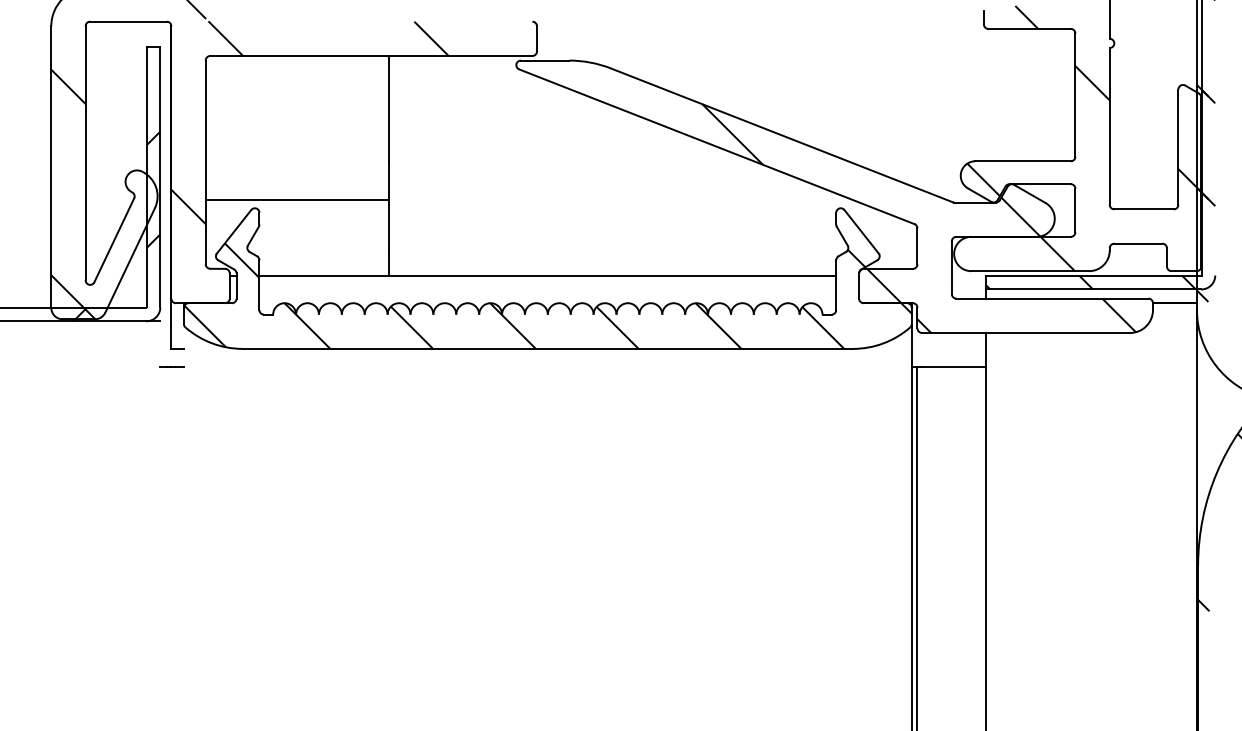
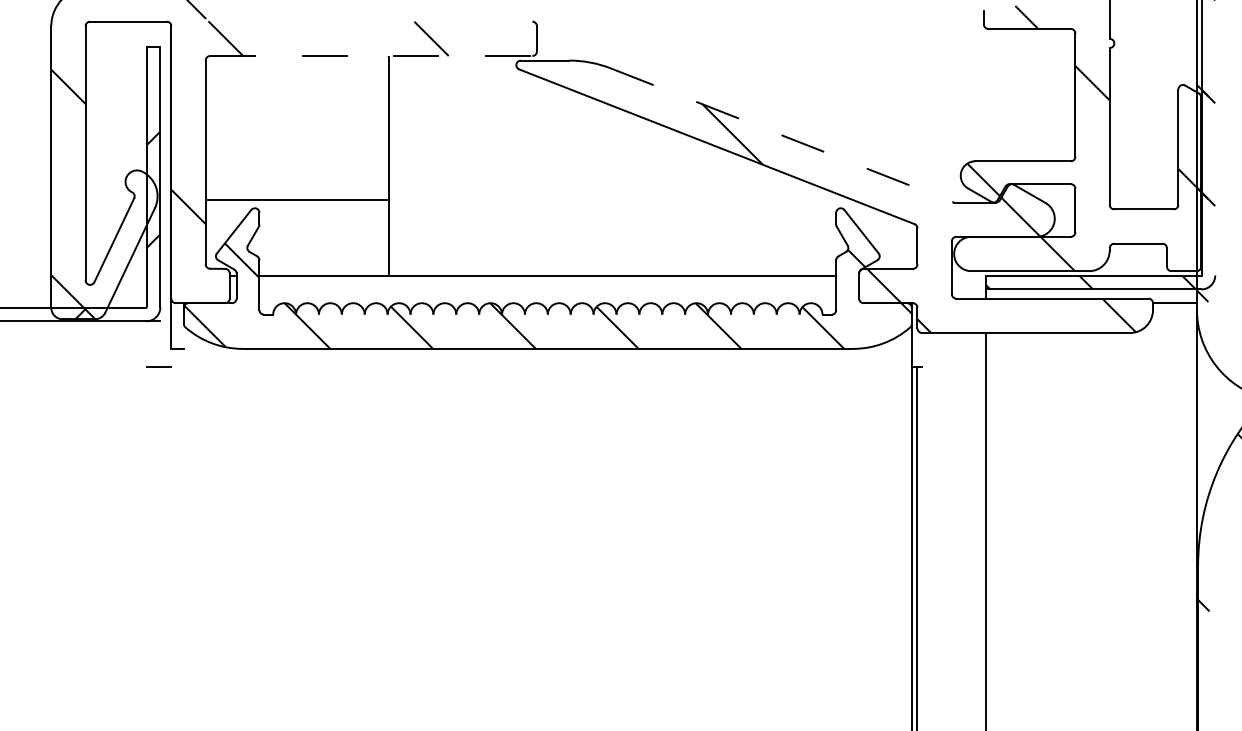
line at (371, 56): solid -> dashed
line at (782, 135): solid -> dashed
line at (171, 366) position: (171, 366) -> (158, 366)
line at (954, 367): present -> none
